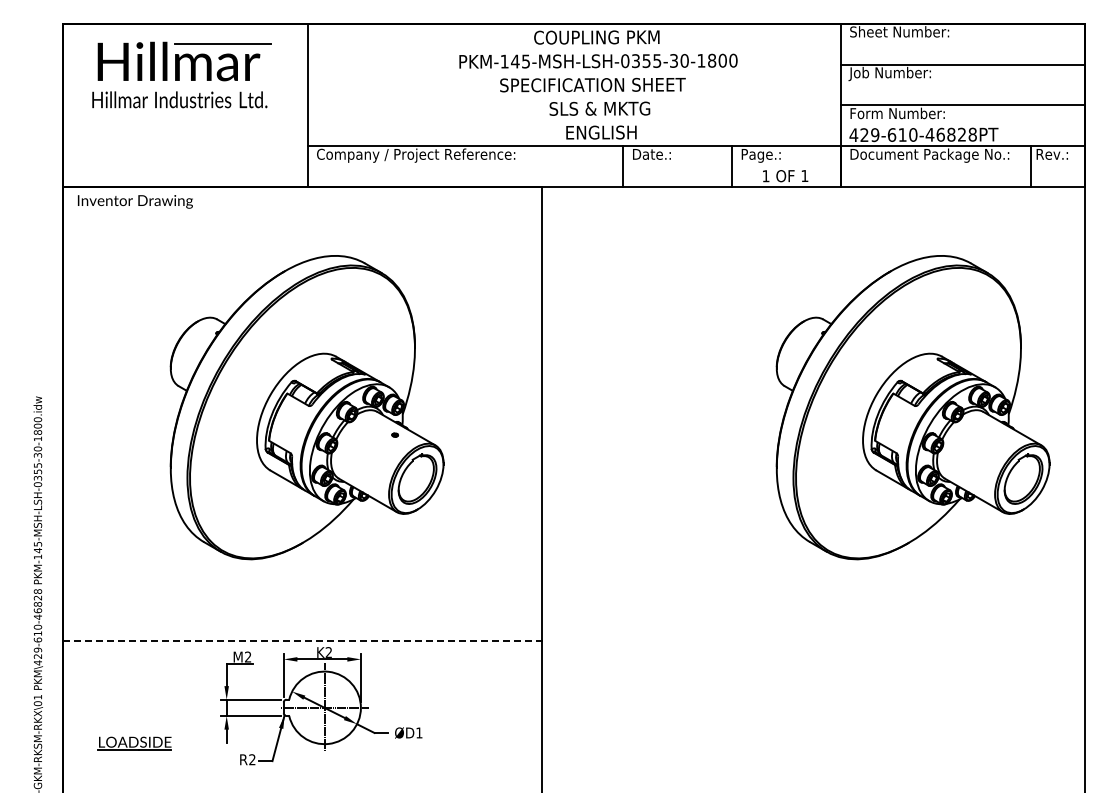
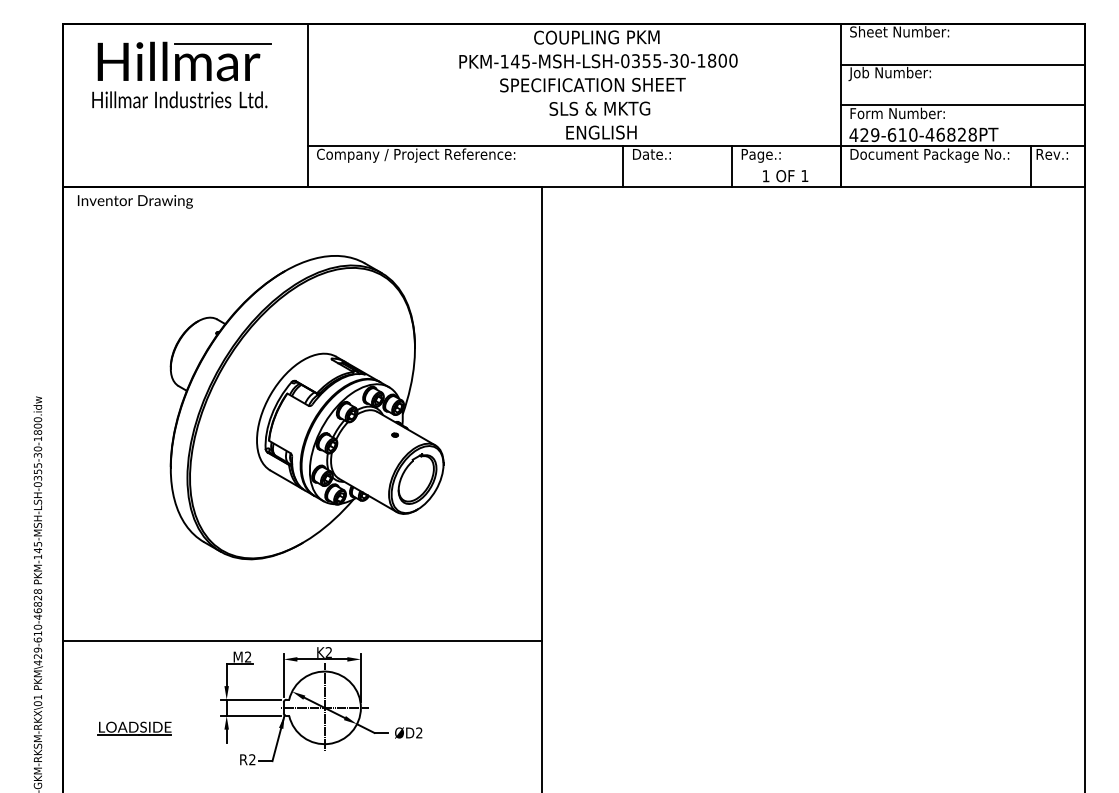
part at (912, 407): present -> none
line at (302, 640): dashed -> solid
text at (419, 732): ØD1 -> ØD2
part at (134, 743) position: (134, 743) -> (134, 728)
